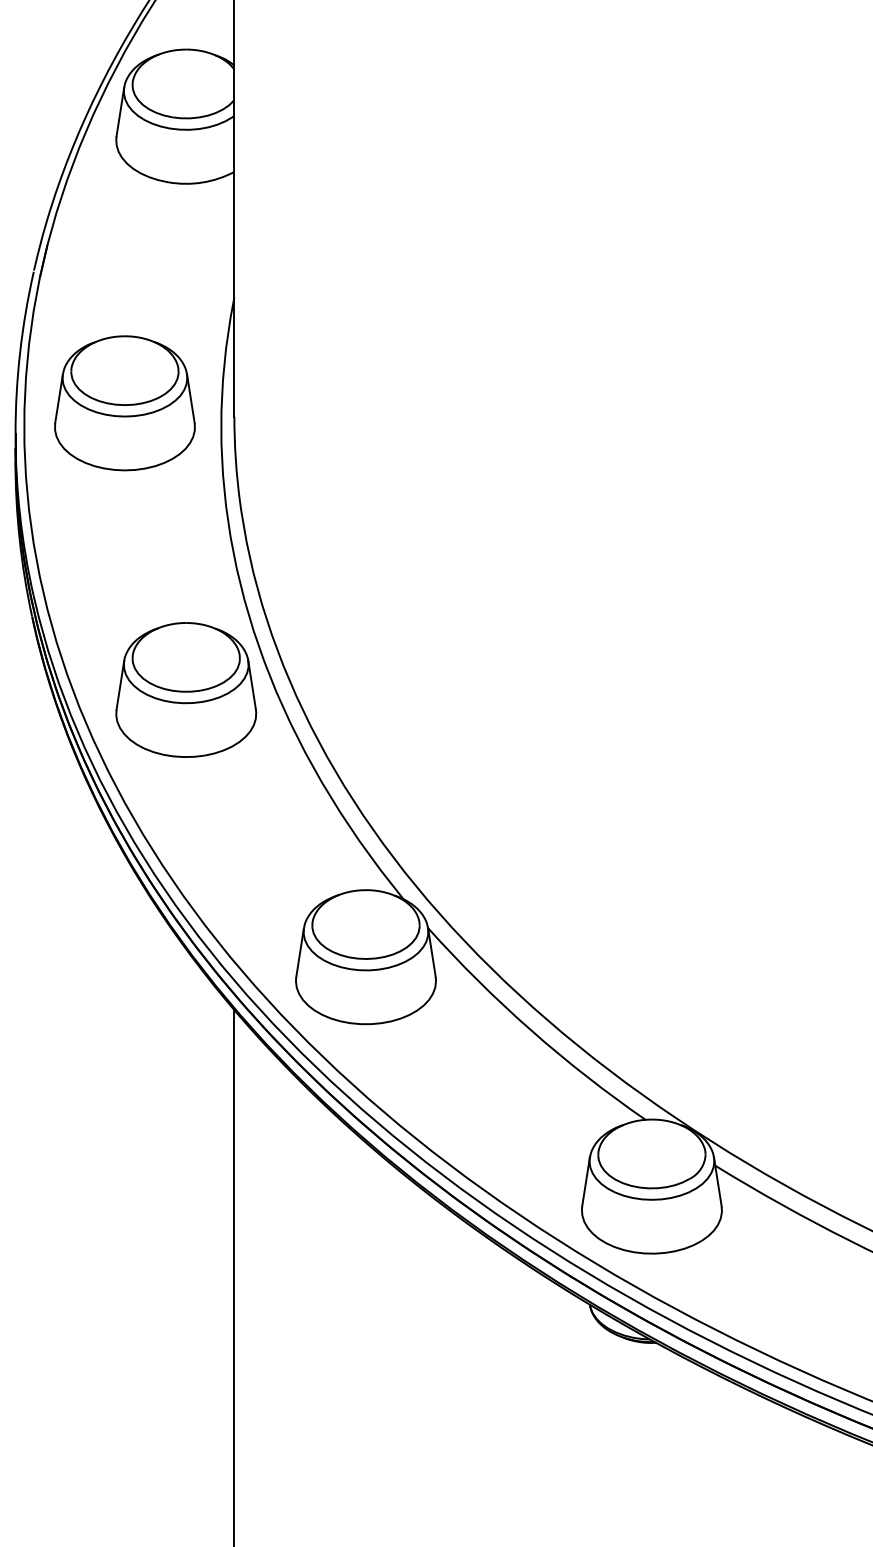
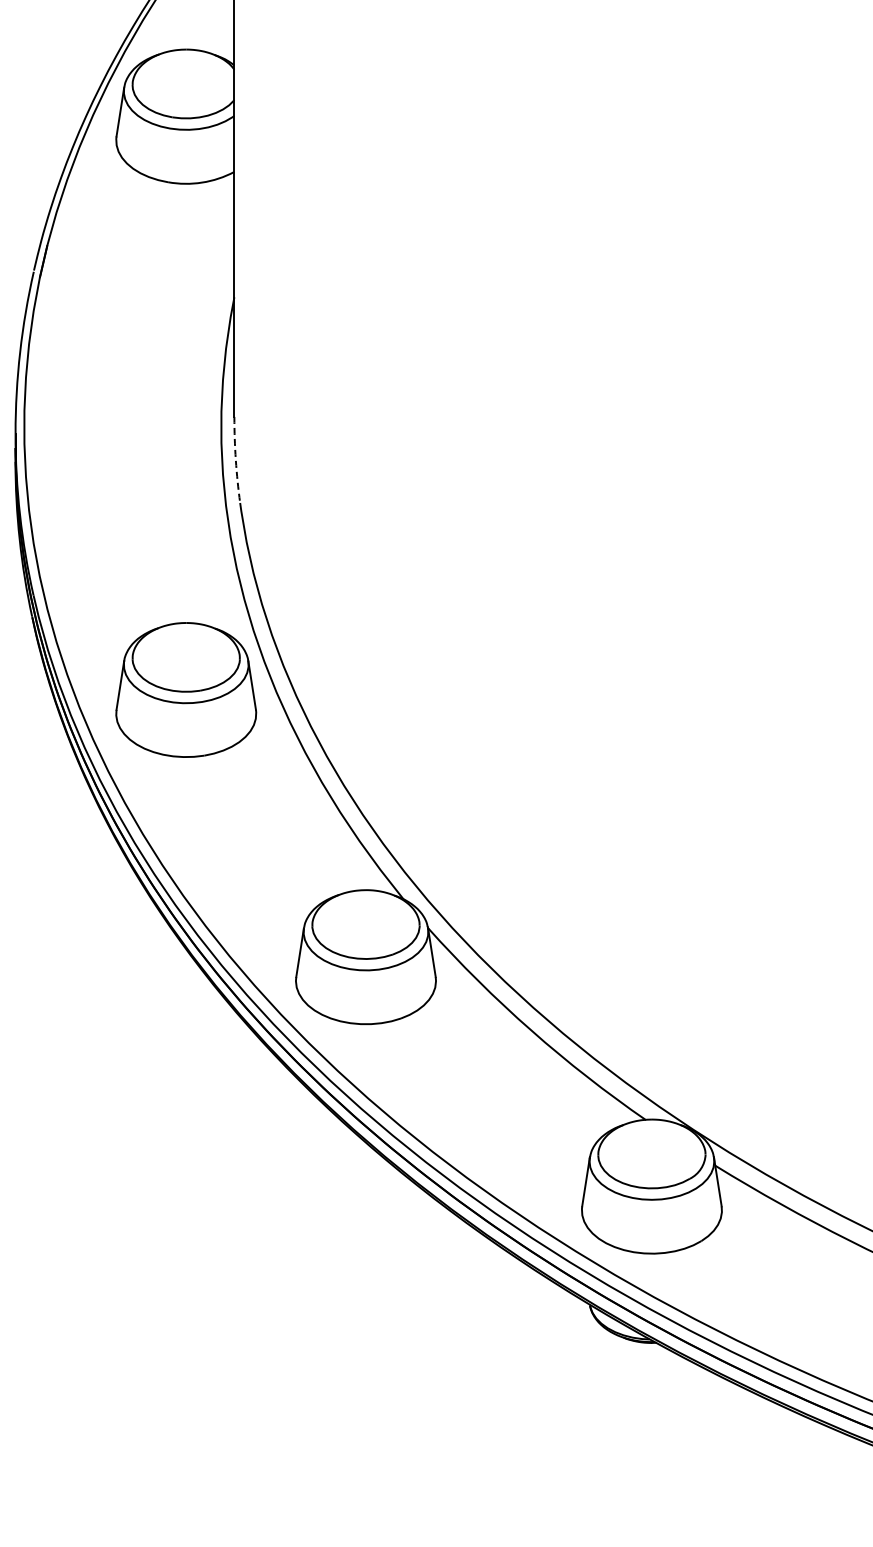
part at (124, 403): present -> none
arc at (235, 460): solid -> dashed
line at (234, 1276): present -> none
